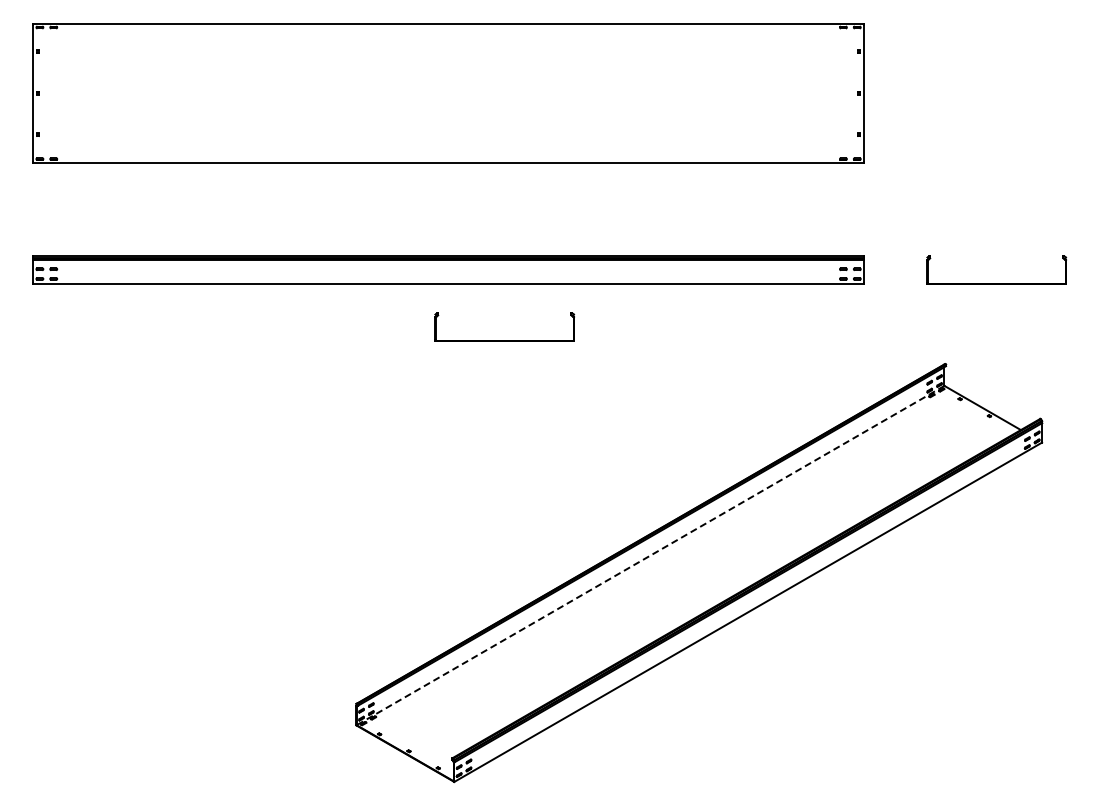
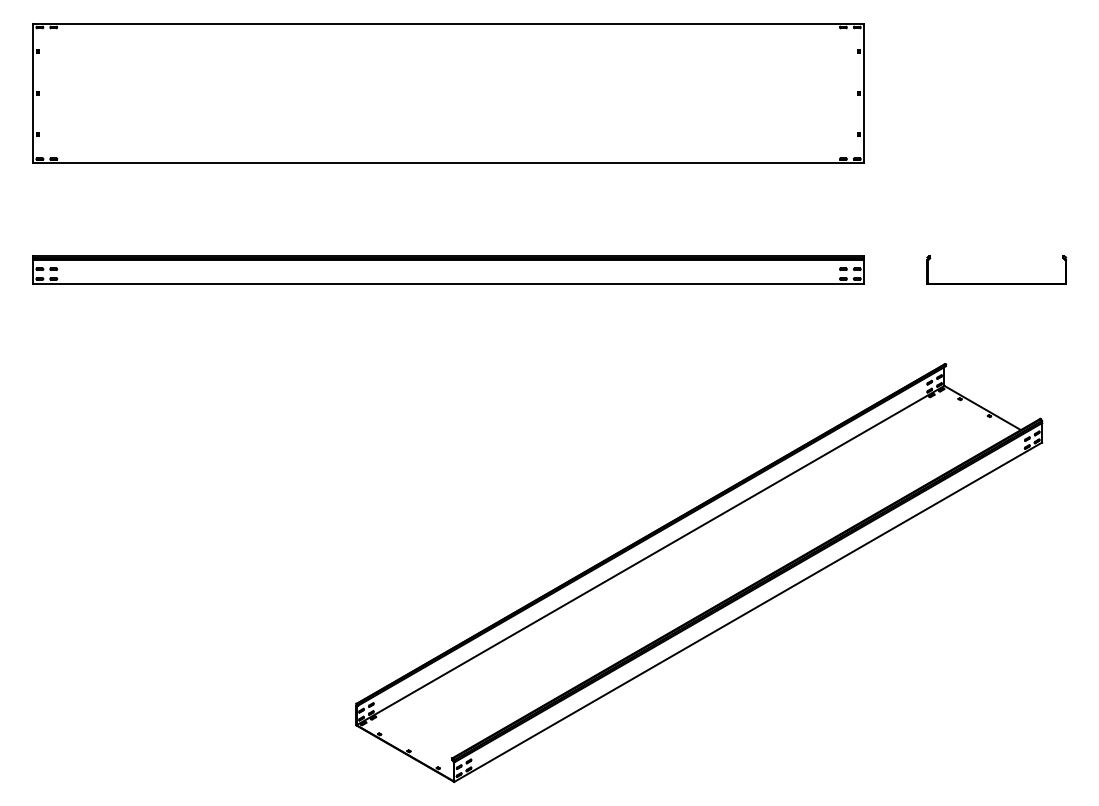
part at (504, 340): present -> none
line at (650, 555): dashed -> solid
